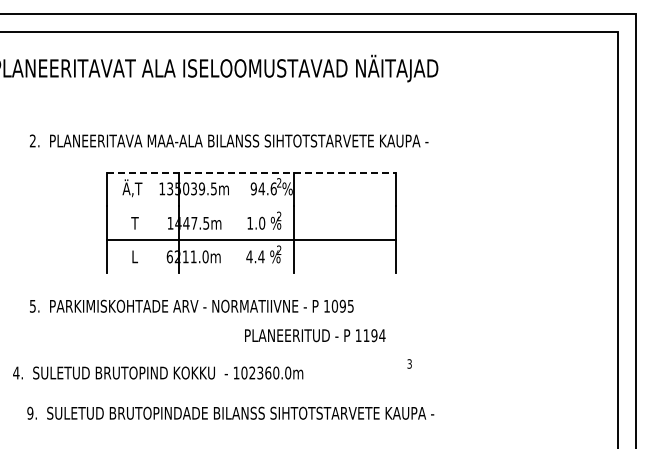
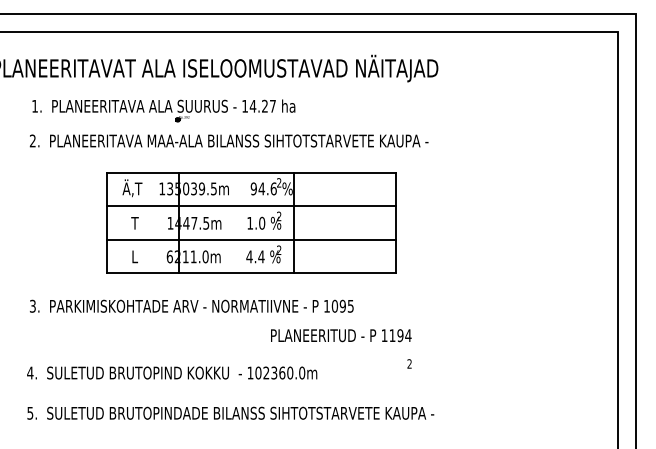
part at (163, 110): none -> present
line at (251, 172): dashed -> solid
line at (251, 206): none -> present
line at (251, 273): none -> present
text at (32, 305): 5. -> 3.
text at (315, 335) position: (315, 335) -> (341, 335)
text at (409, 364): 3 -> 2
text at (158, 372) position: (158, 372) -> (172, 372)
text at (30, 412): 9. -> 5.
